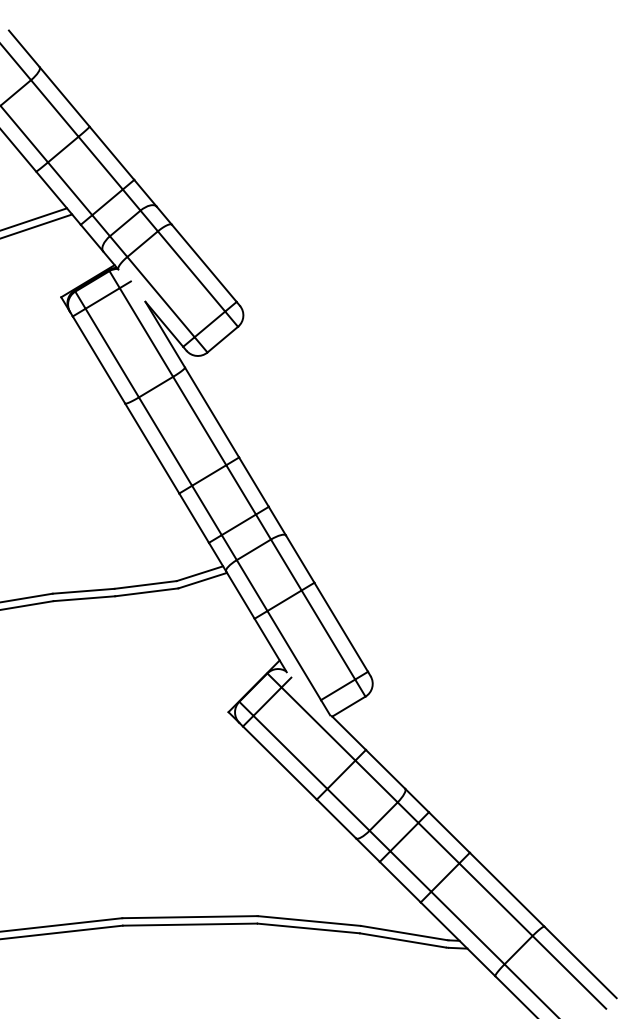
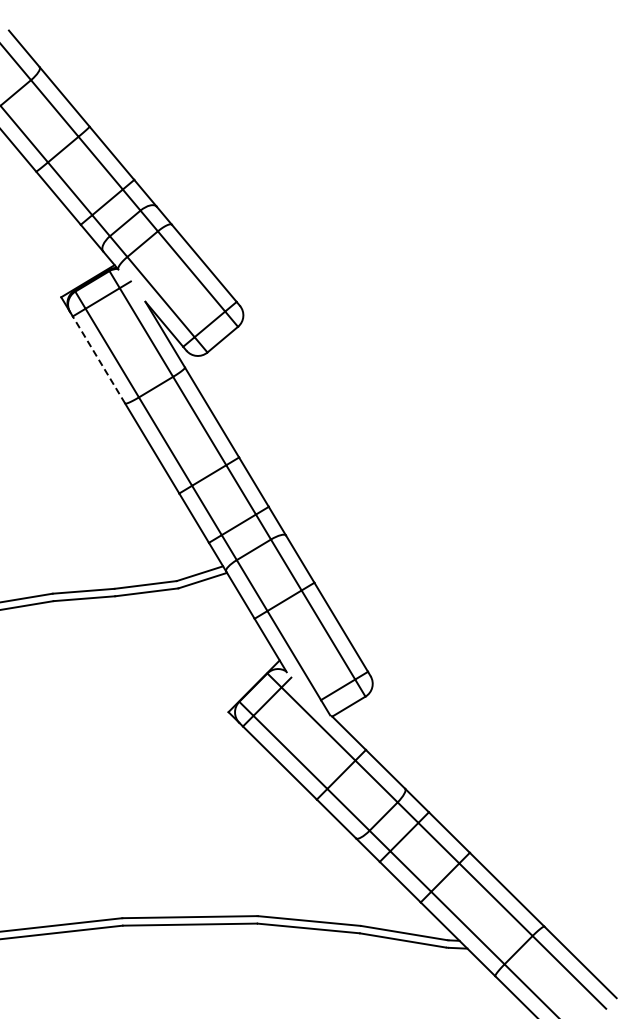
line at (34, 219): present -> none
line at (37, 225): present -> none
line at (98, 359): solid -> dashed
